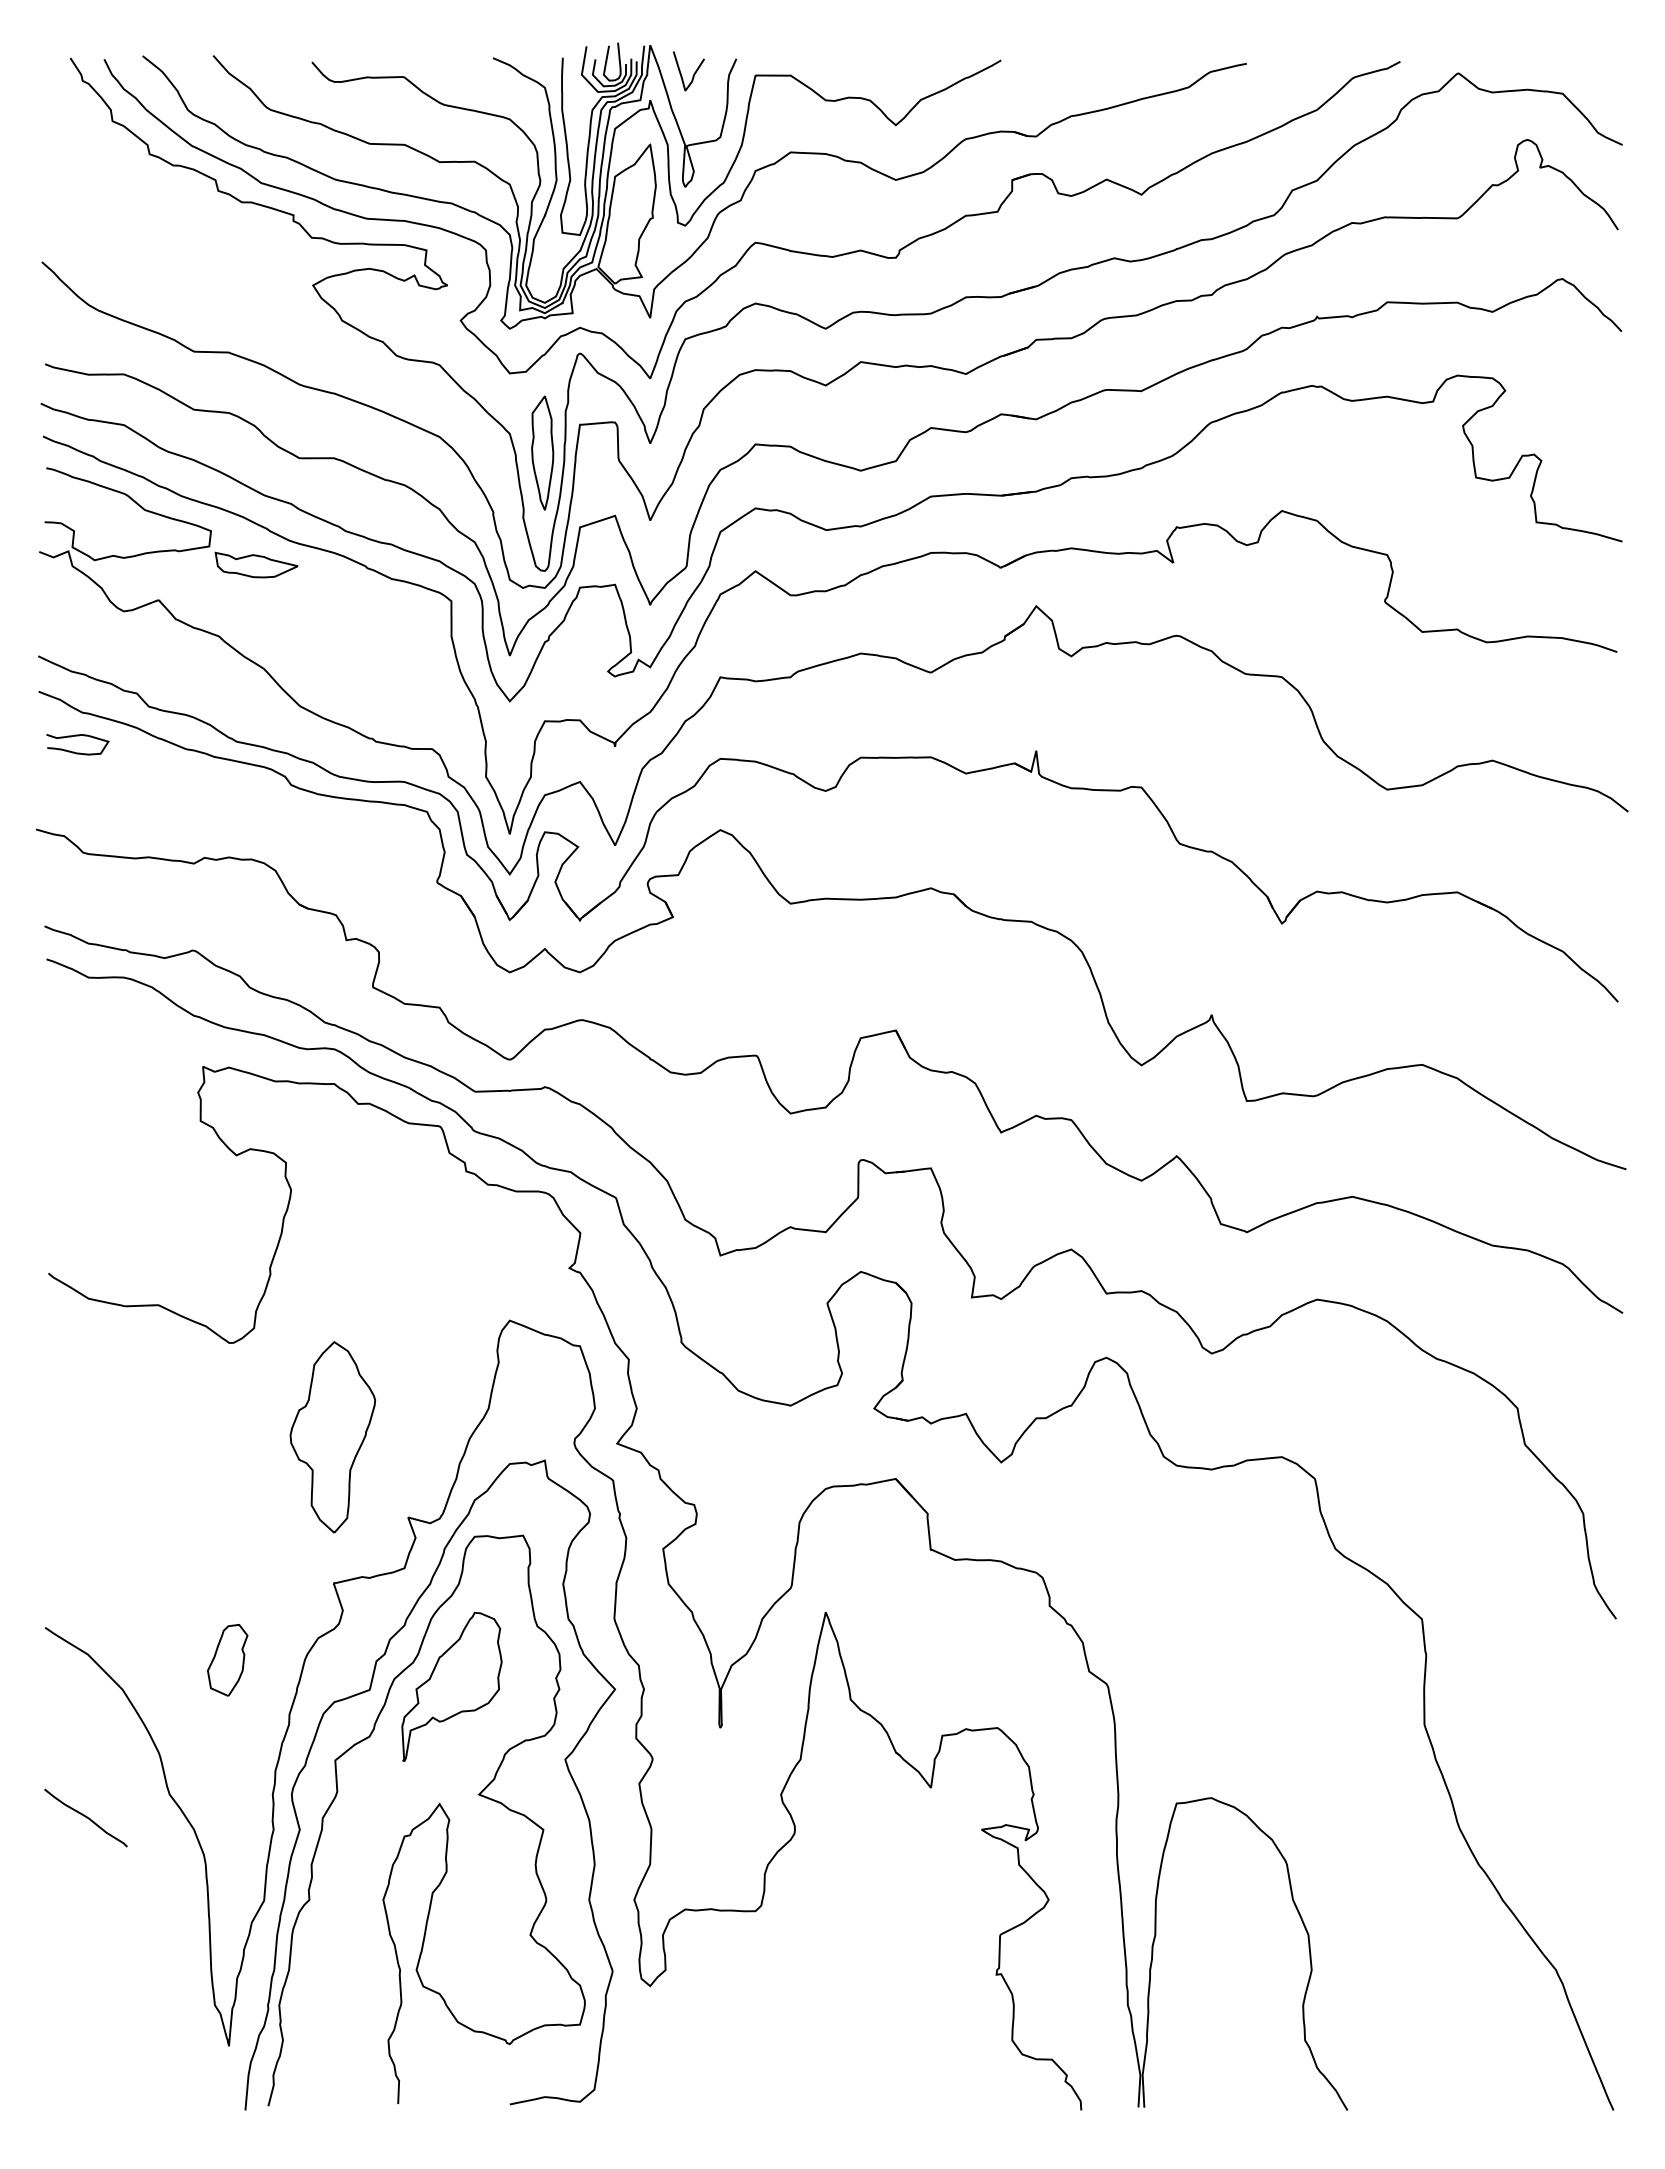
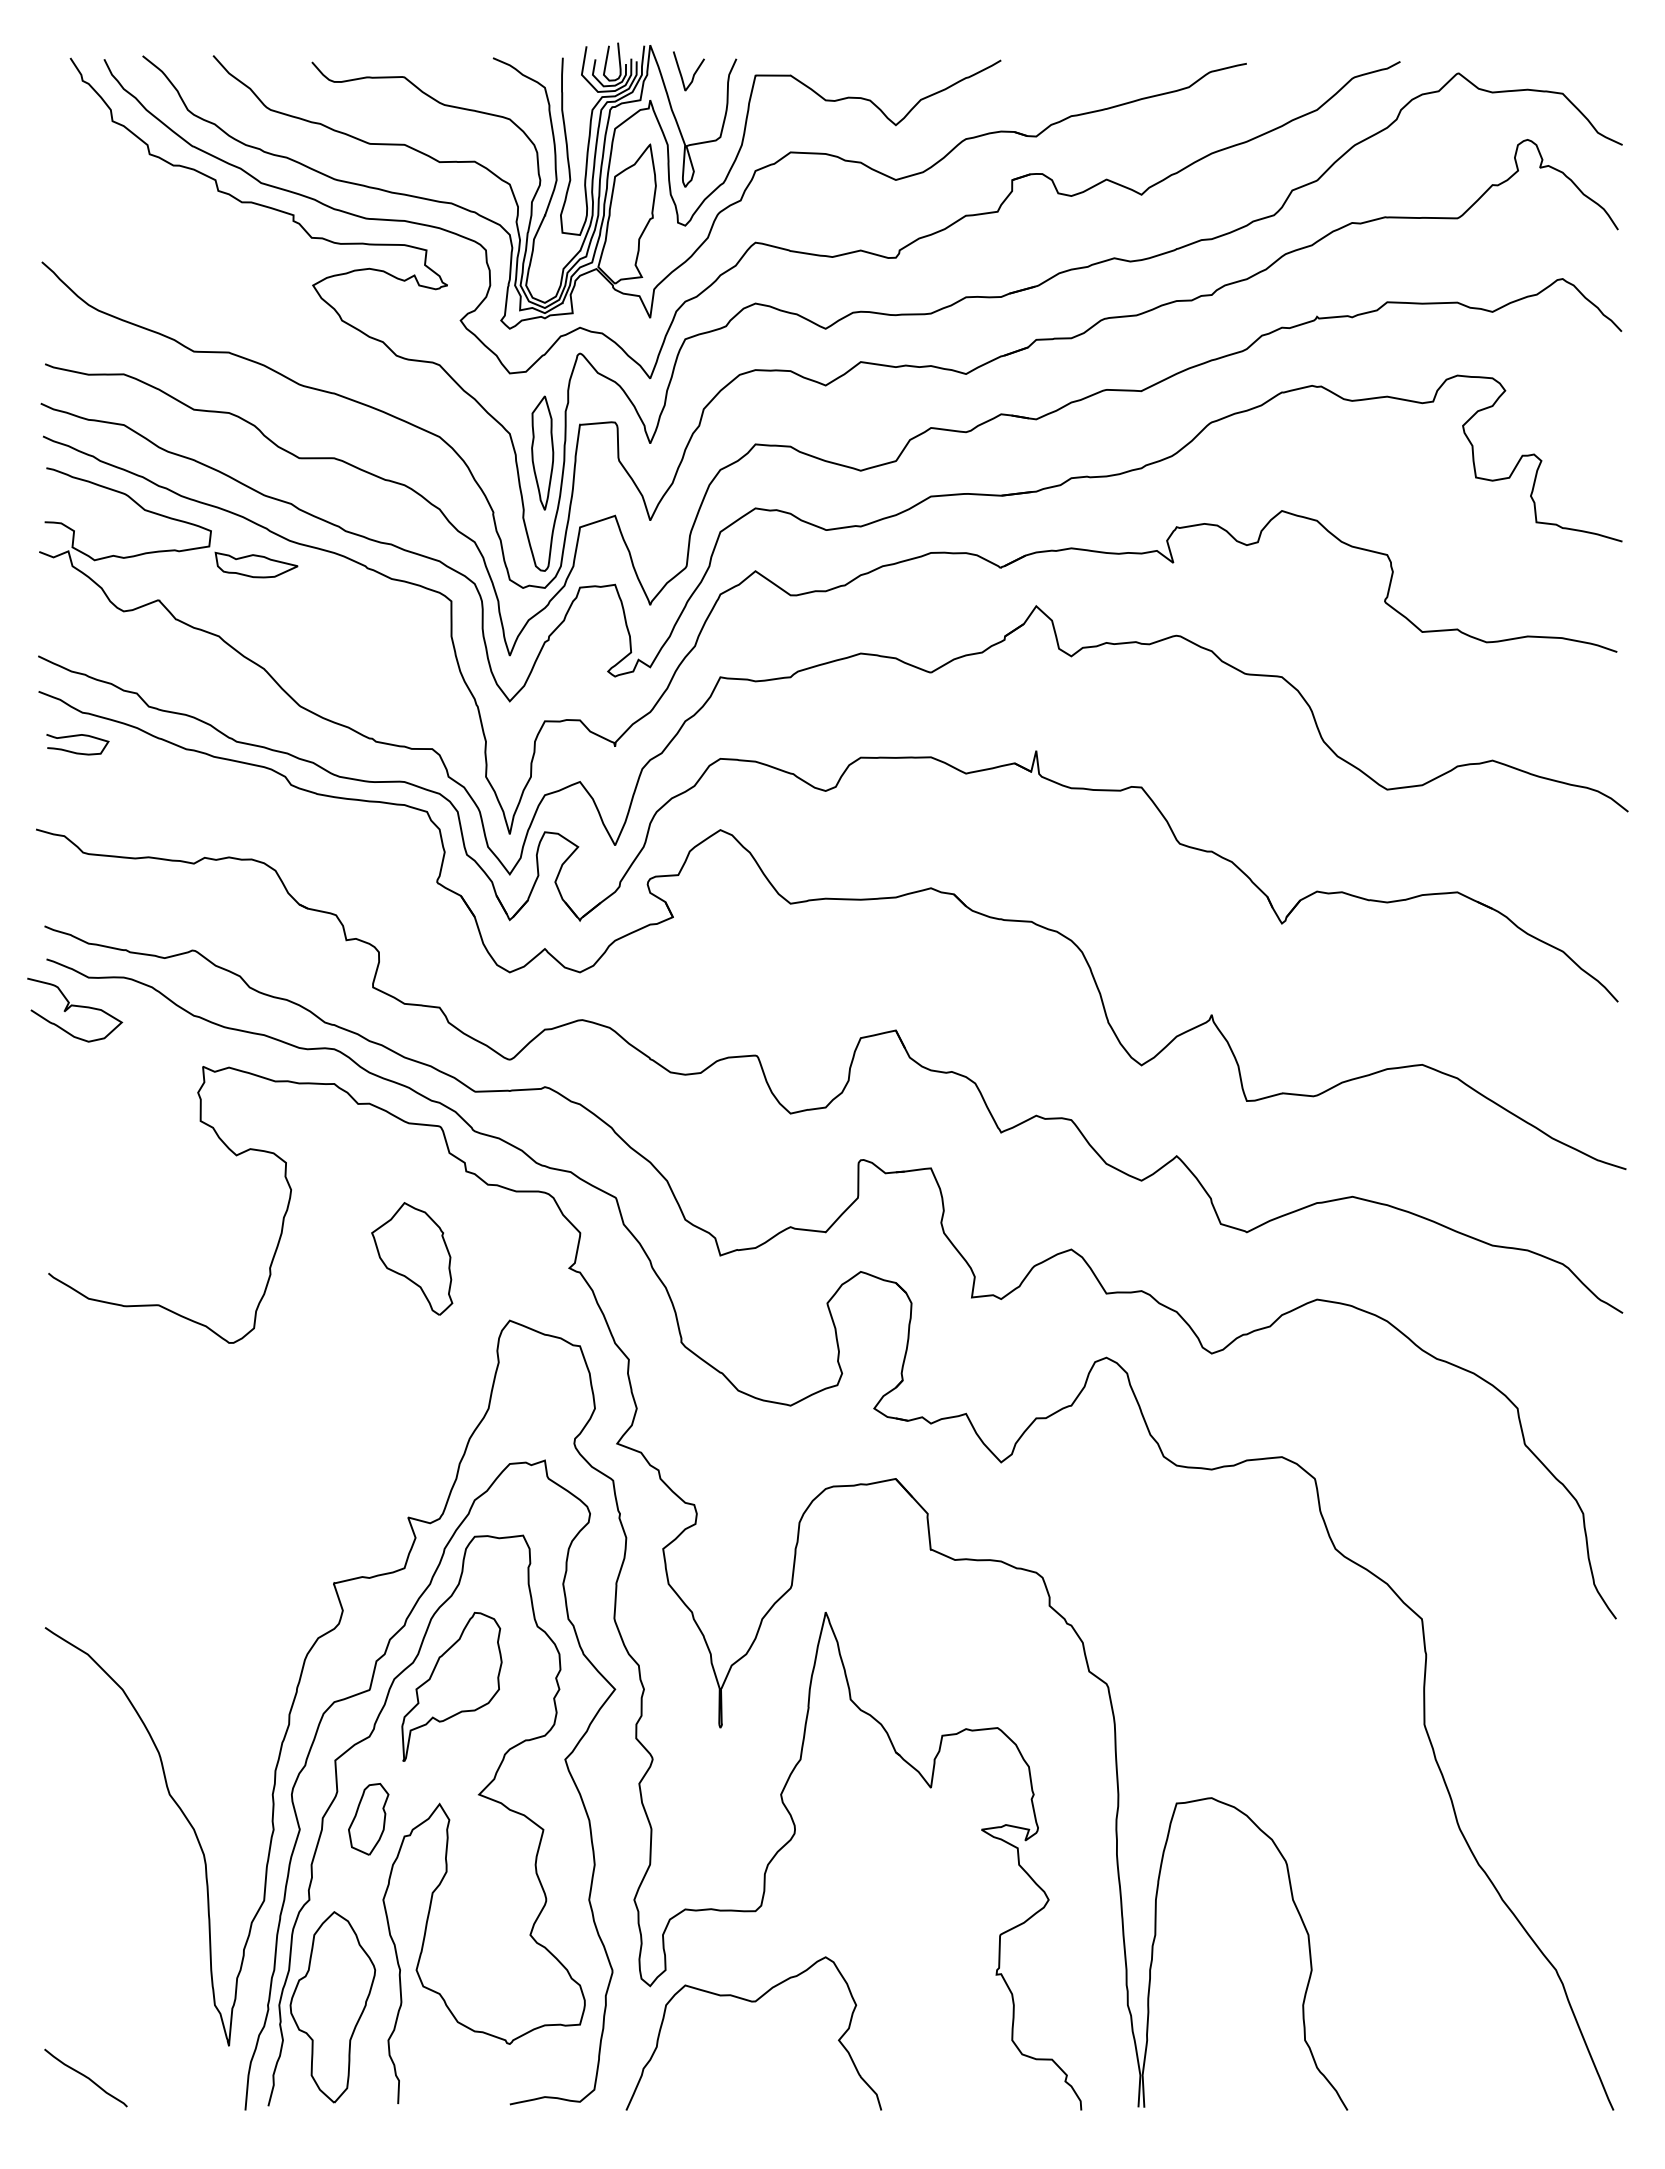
curve at (75, 1006): none -> present
part at (412, 1258): none -> present
part at (332, 1437) position: (332, 1437) -> (332, 2007)
part at (227, 1660) position: (227, 1660) -> (368, 1819)
curve at (85, 1817) position: (85, 1817) -> (85, 2077)
curve at (753, 2002): none -> present
